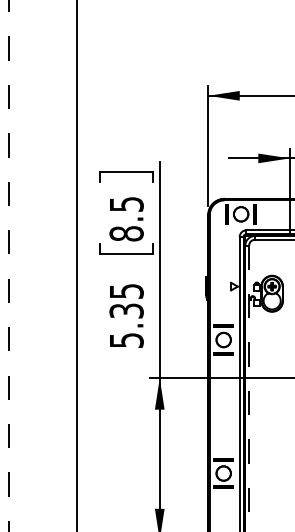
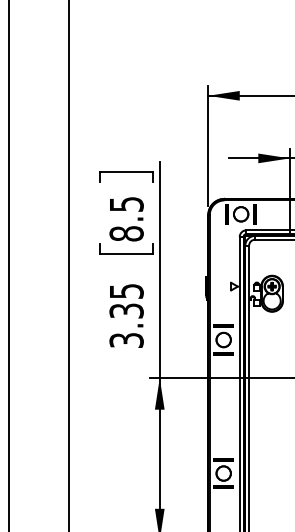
line at (8, 265): dashed -> solid
line at (77, 265) position: (77, 265) -> (69, 265)
text at (126, 340): 5.35 -> 3.35
line at (249, 388): dashed -> solid
